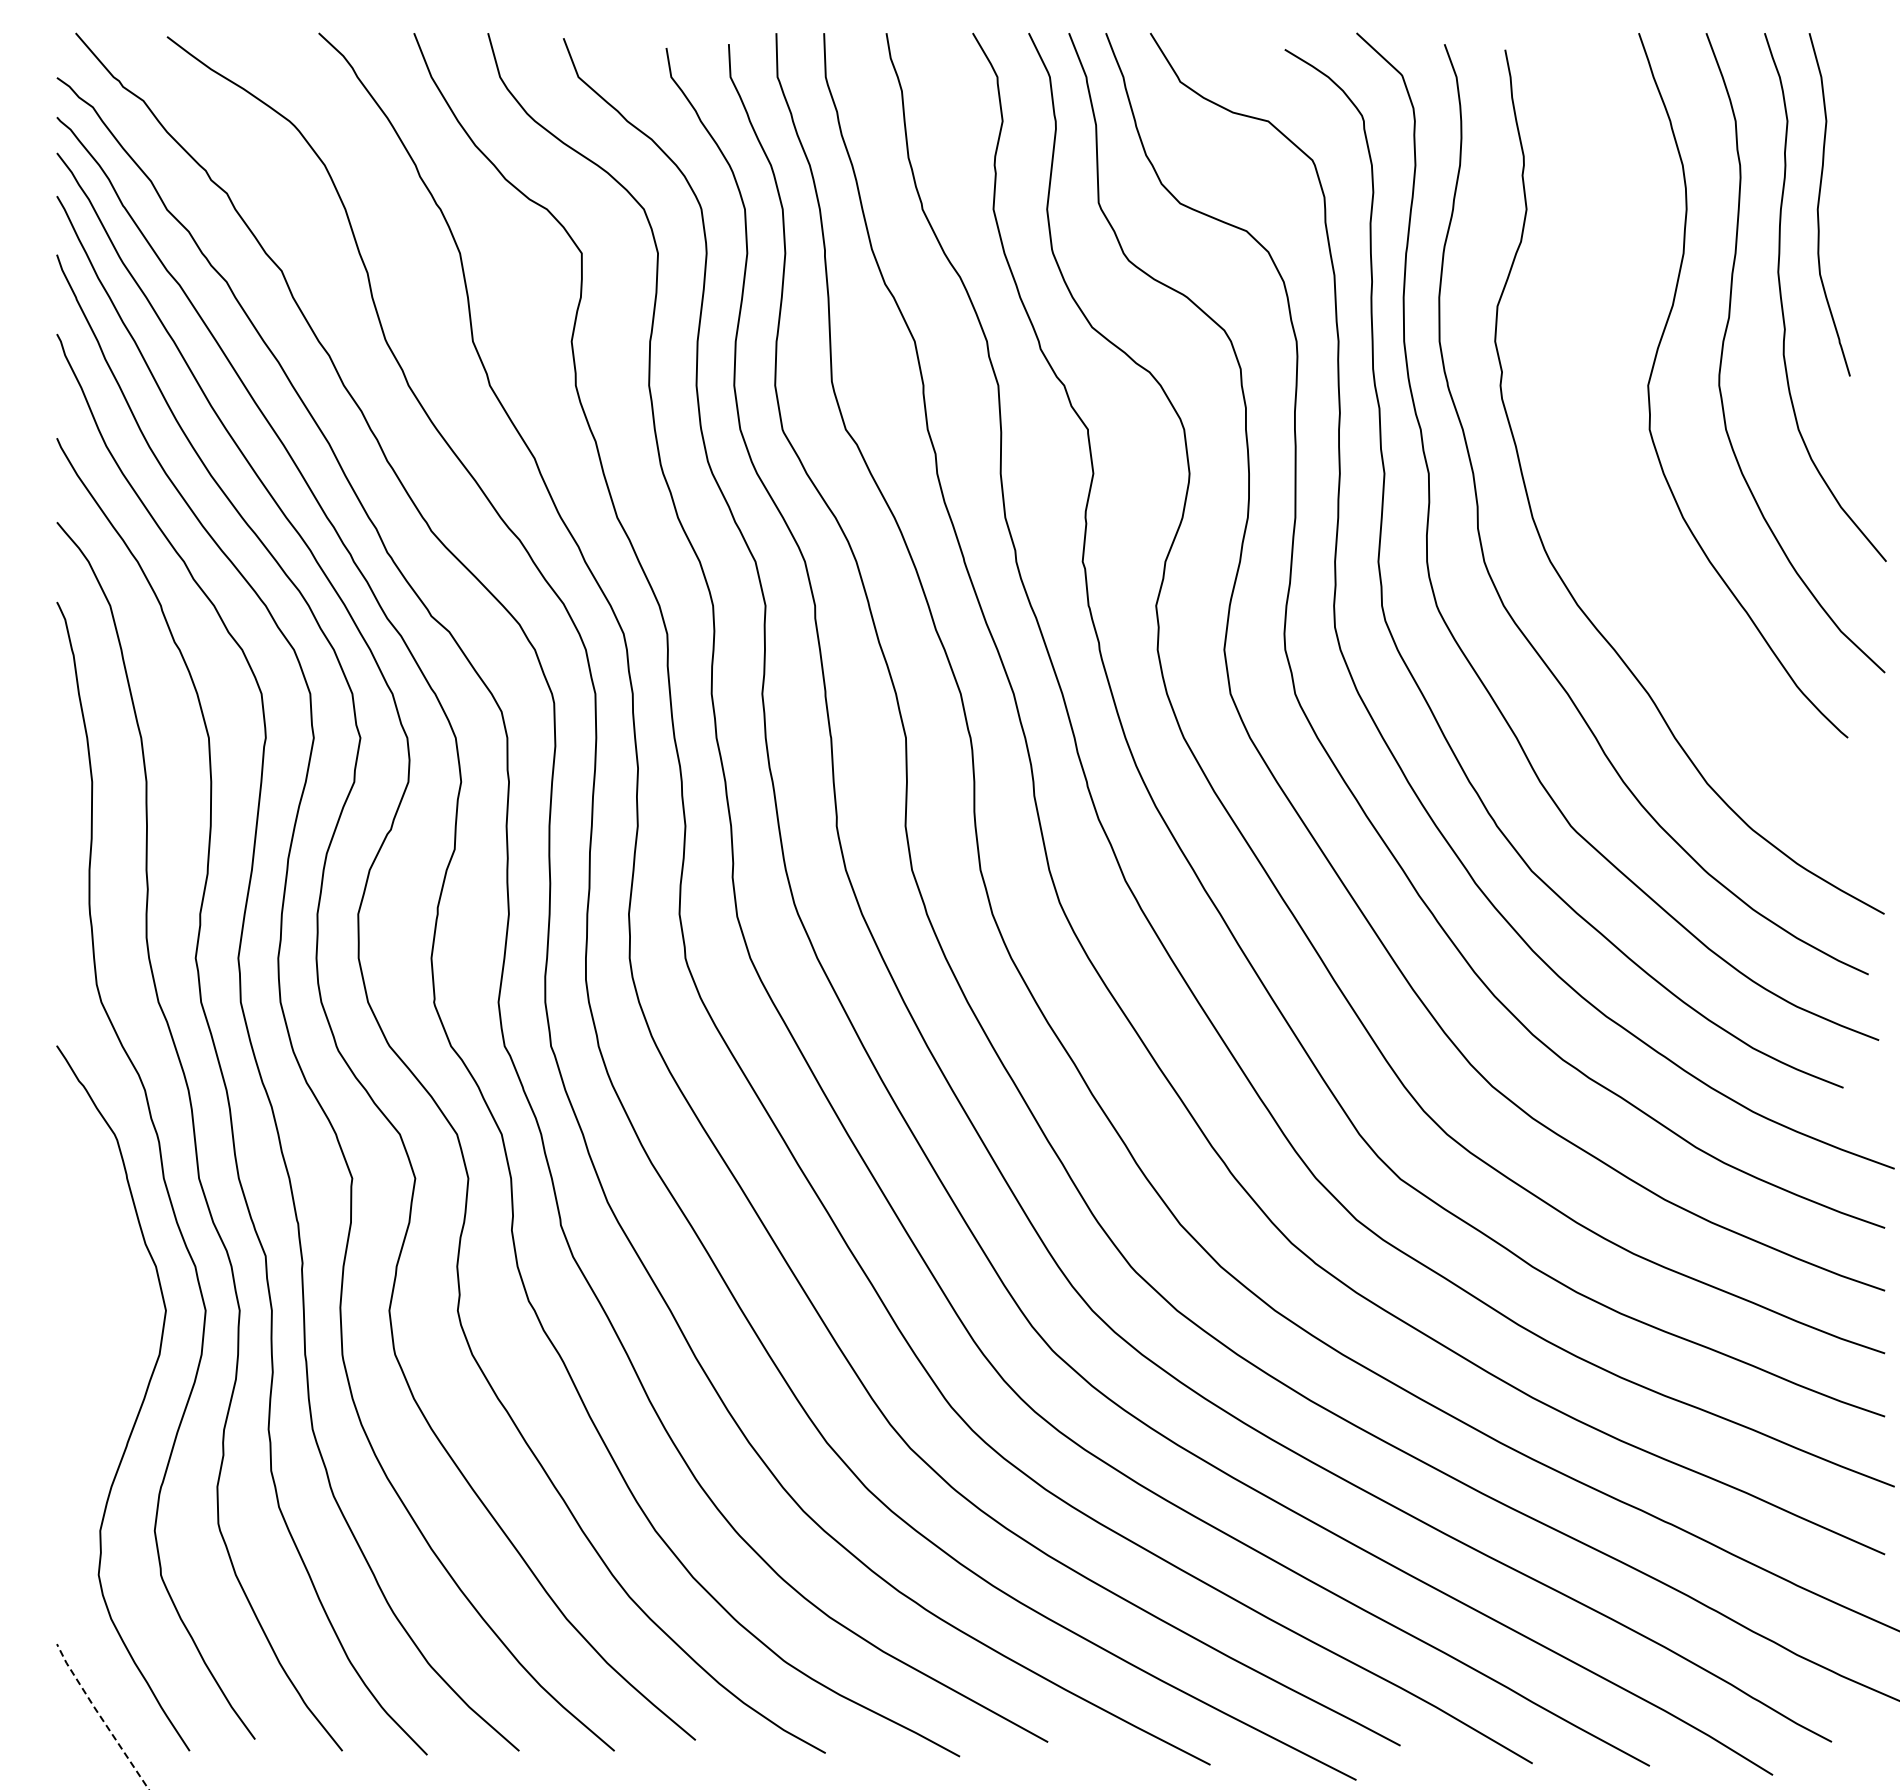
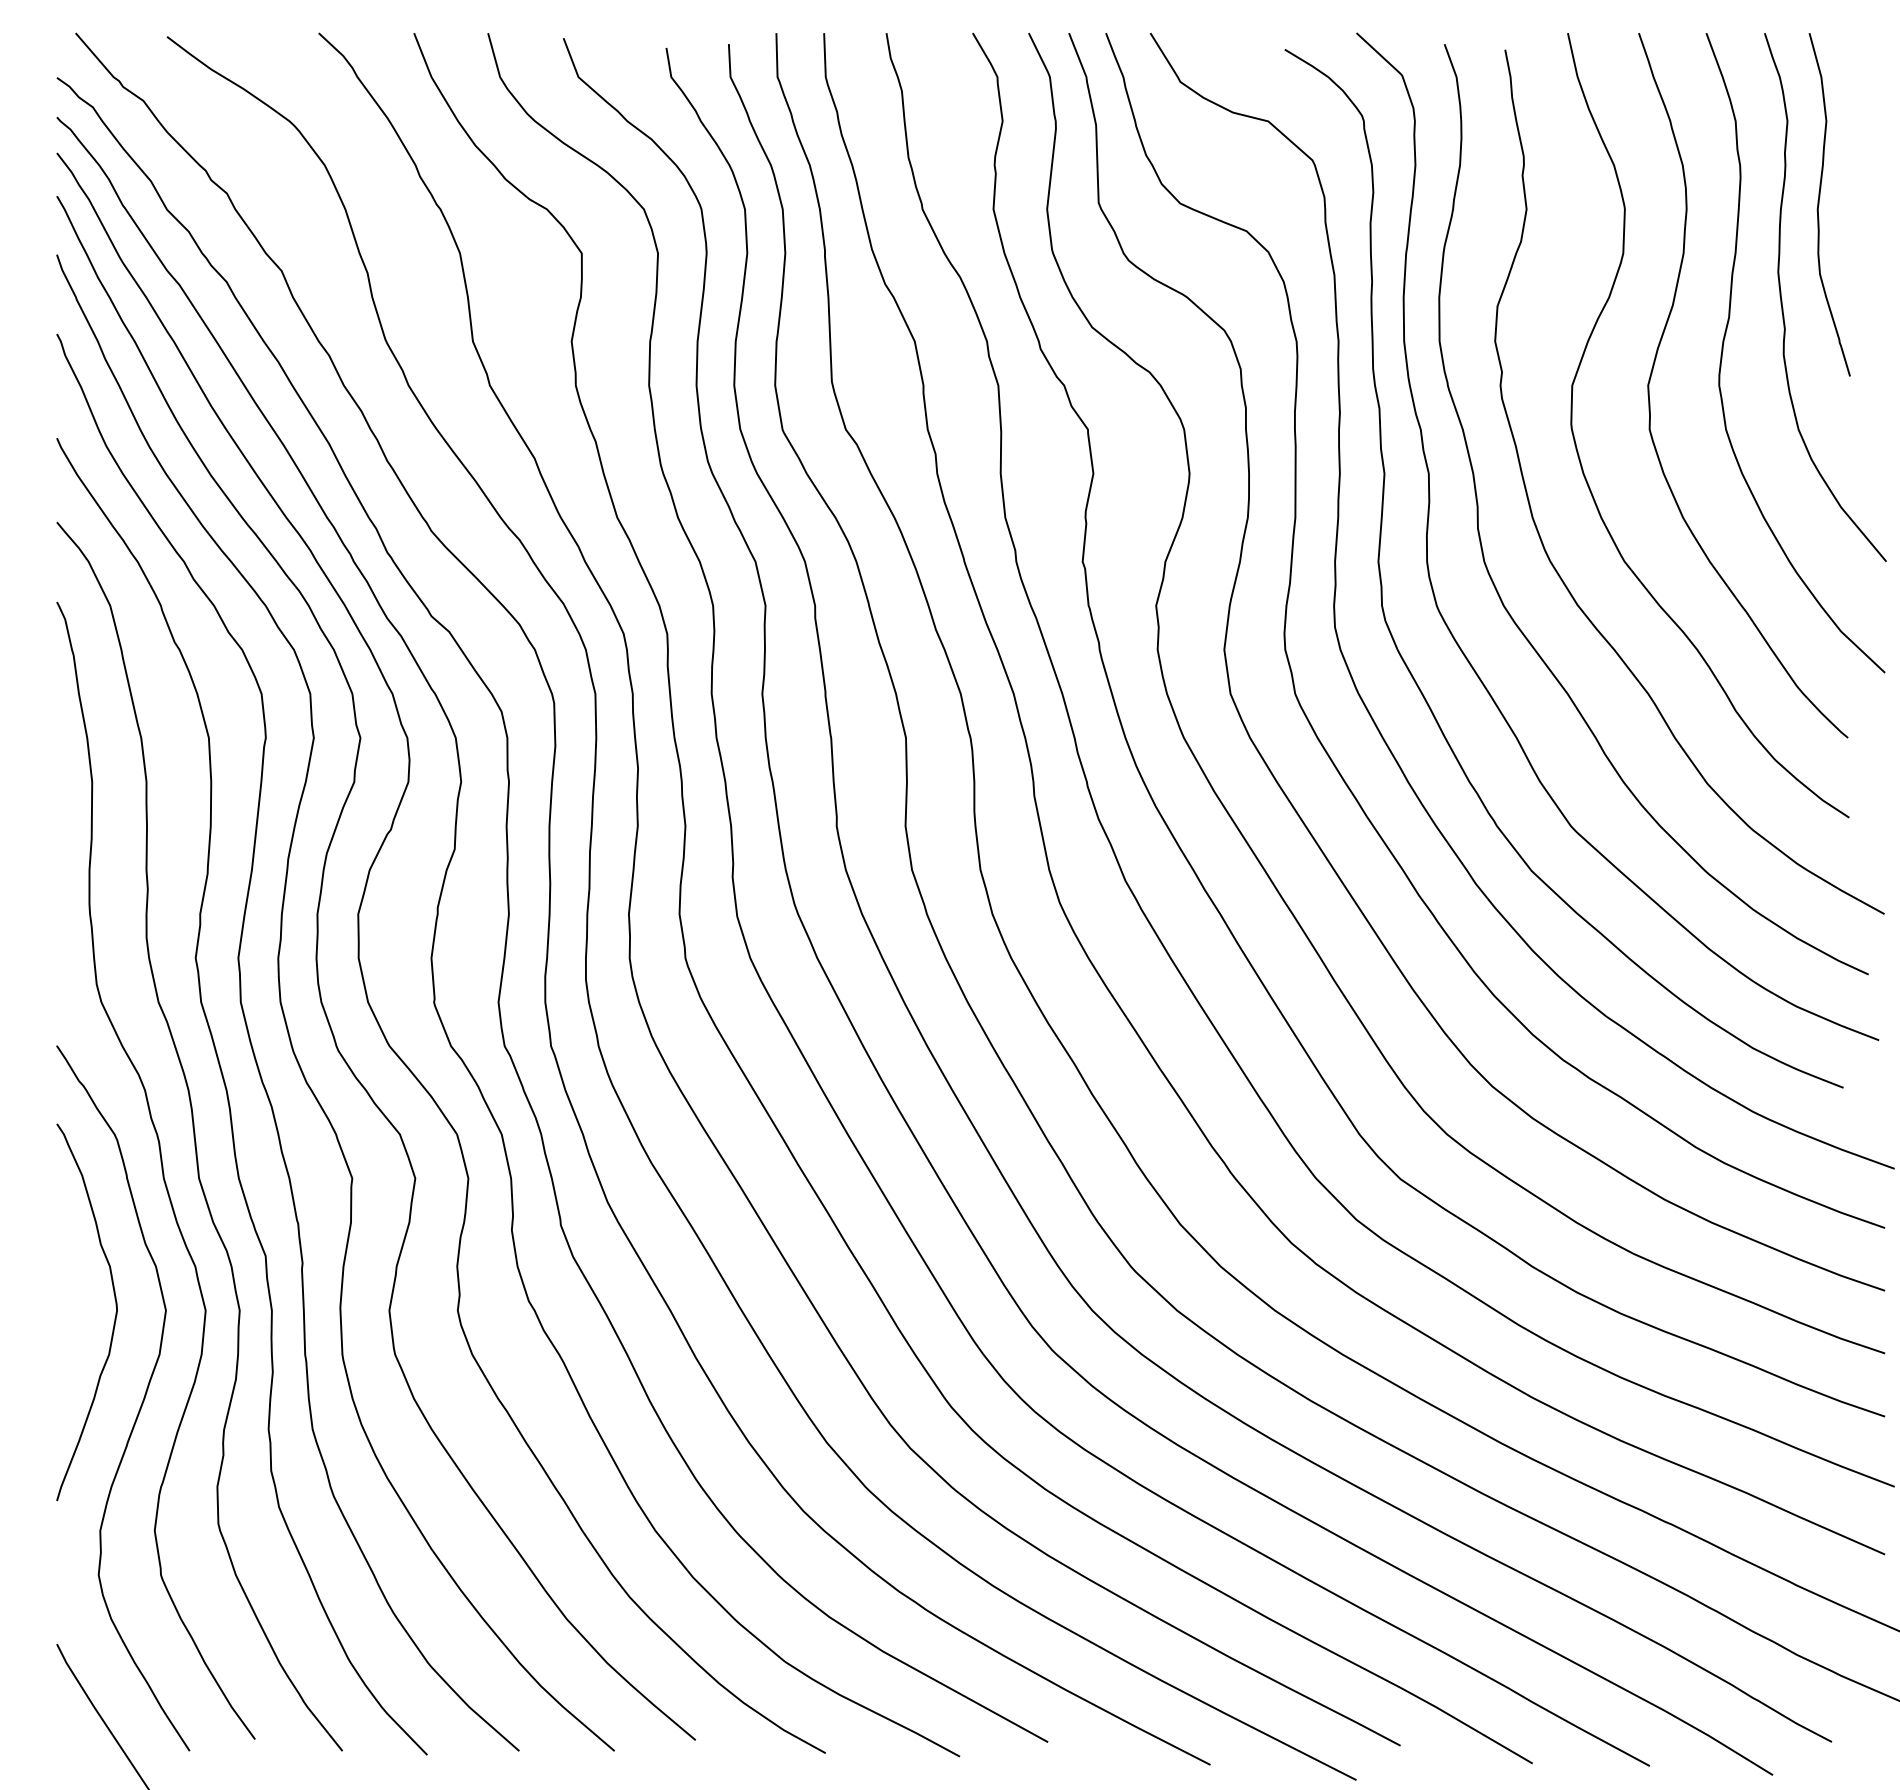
curve at (1580, 458): none -> present
curve at (114, 1318): none -> present
line at (100, 1716): dashed -> solid
